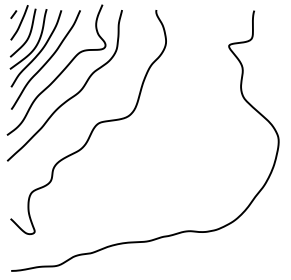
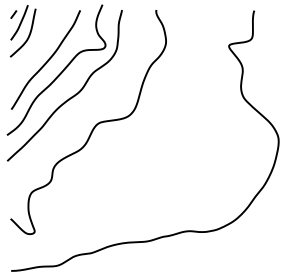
part at (35, 48): present -> none
